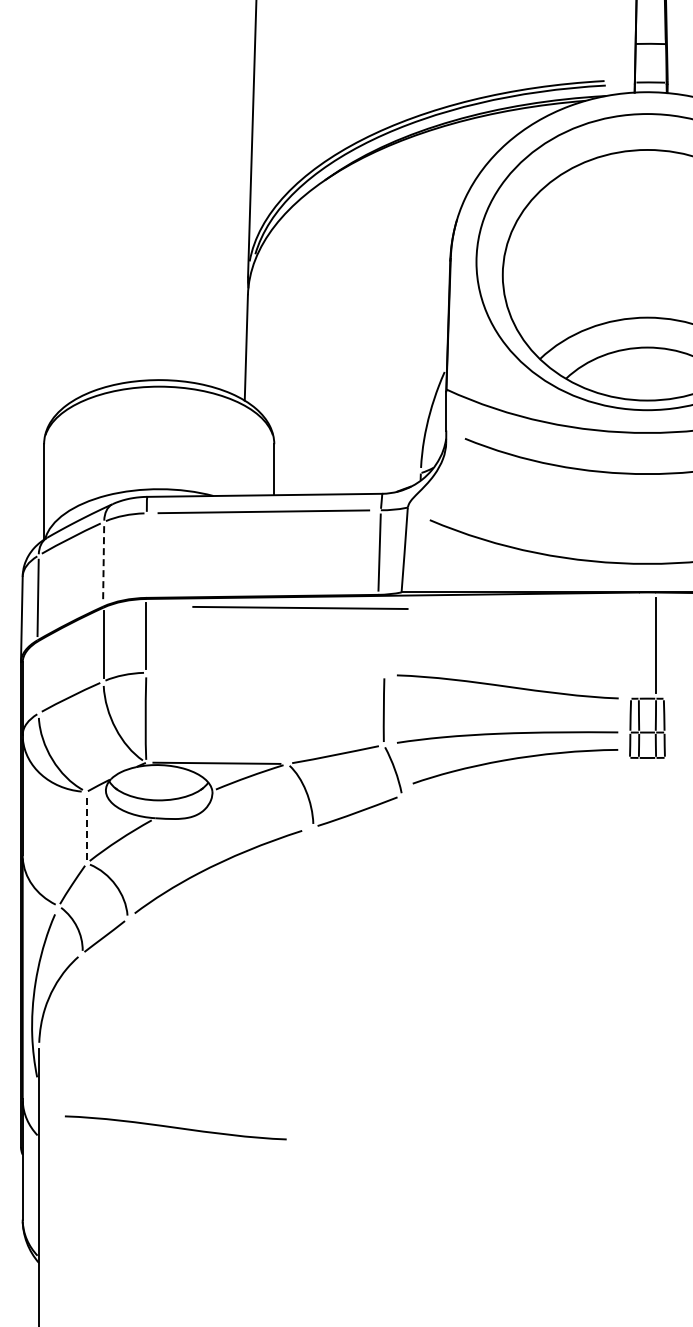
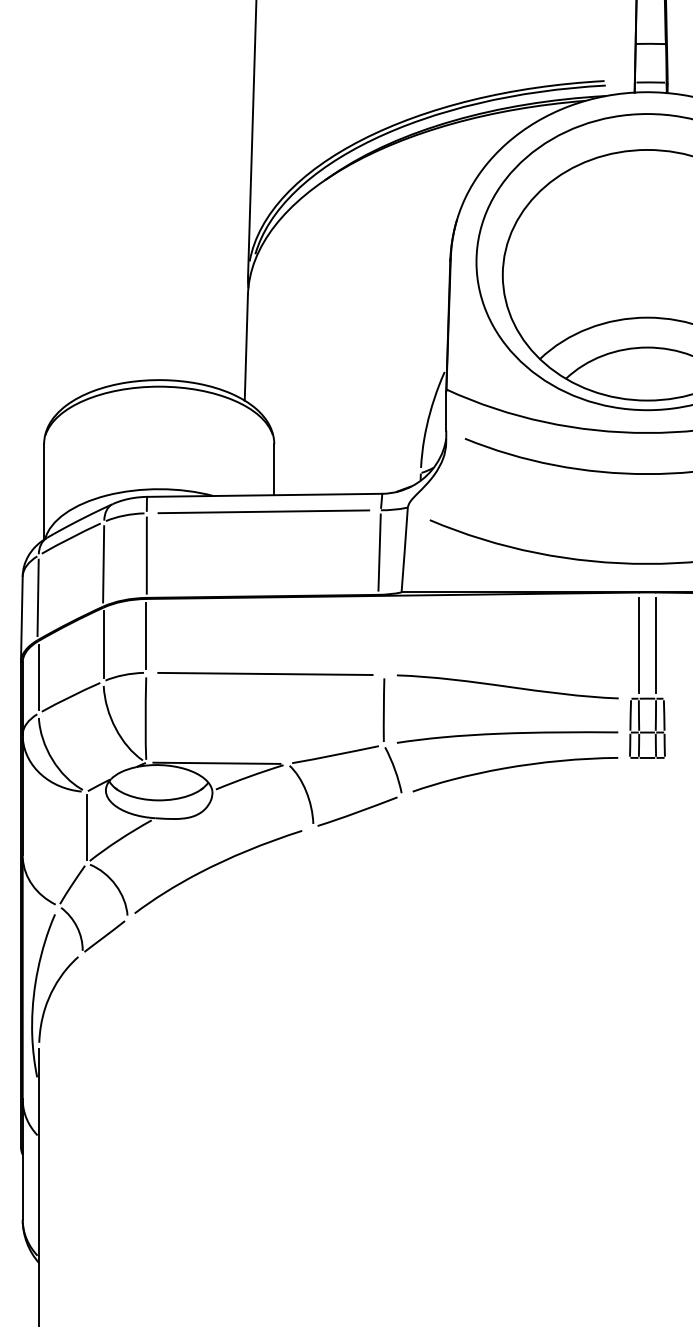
line at (146, 555): none -> present
line at (103, 564): dashed -> solid
line at (300, 607) position: (300, 607) -> (265, 673)
line at (638, 645): none -> present
line at (38, 676): none -> present
curve at (515, 759) position: (515, 759) -> (515, 767)
line at (86, 827): dashed -> solid
curve at (175, 1127): present -> none
